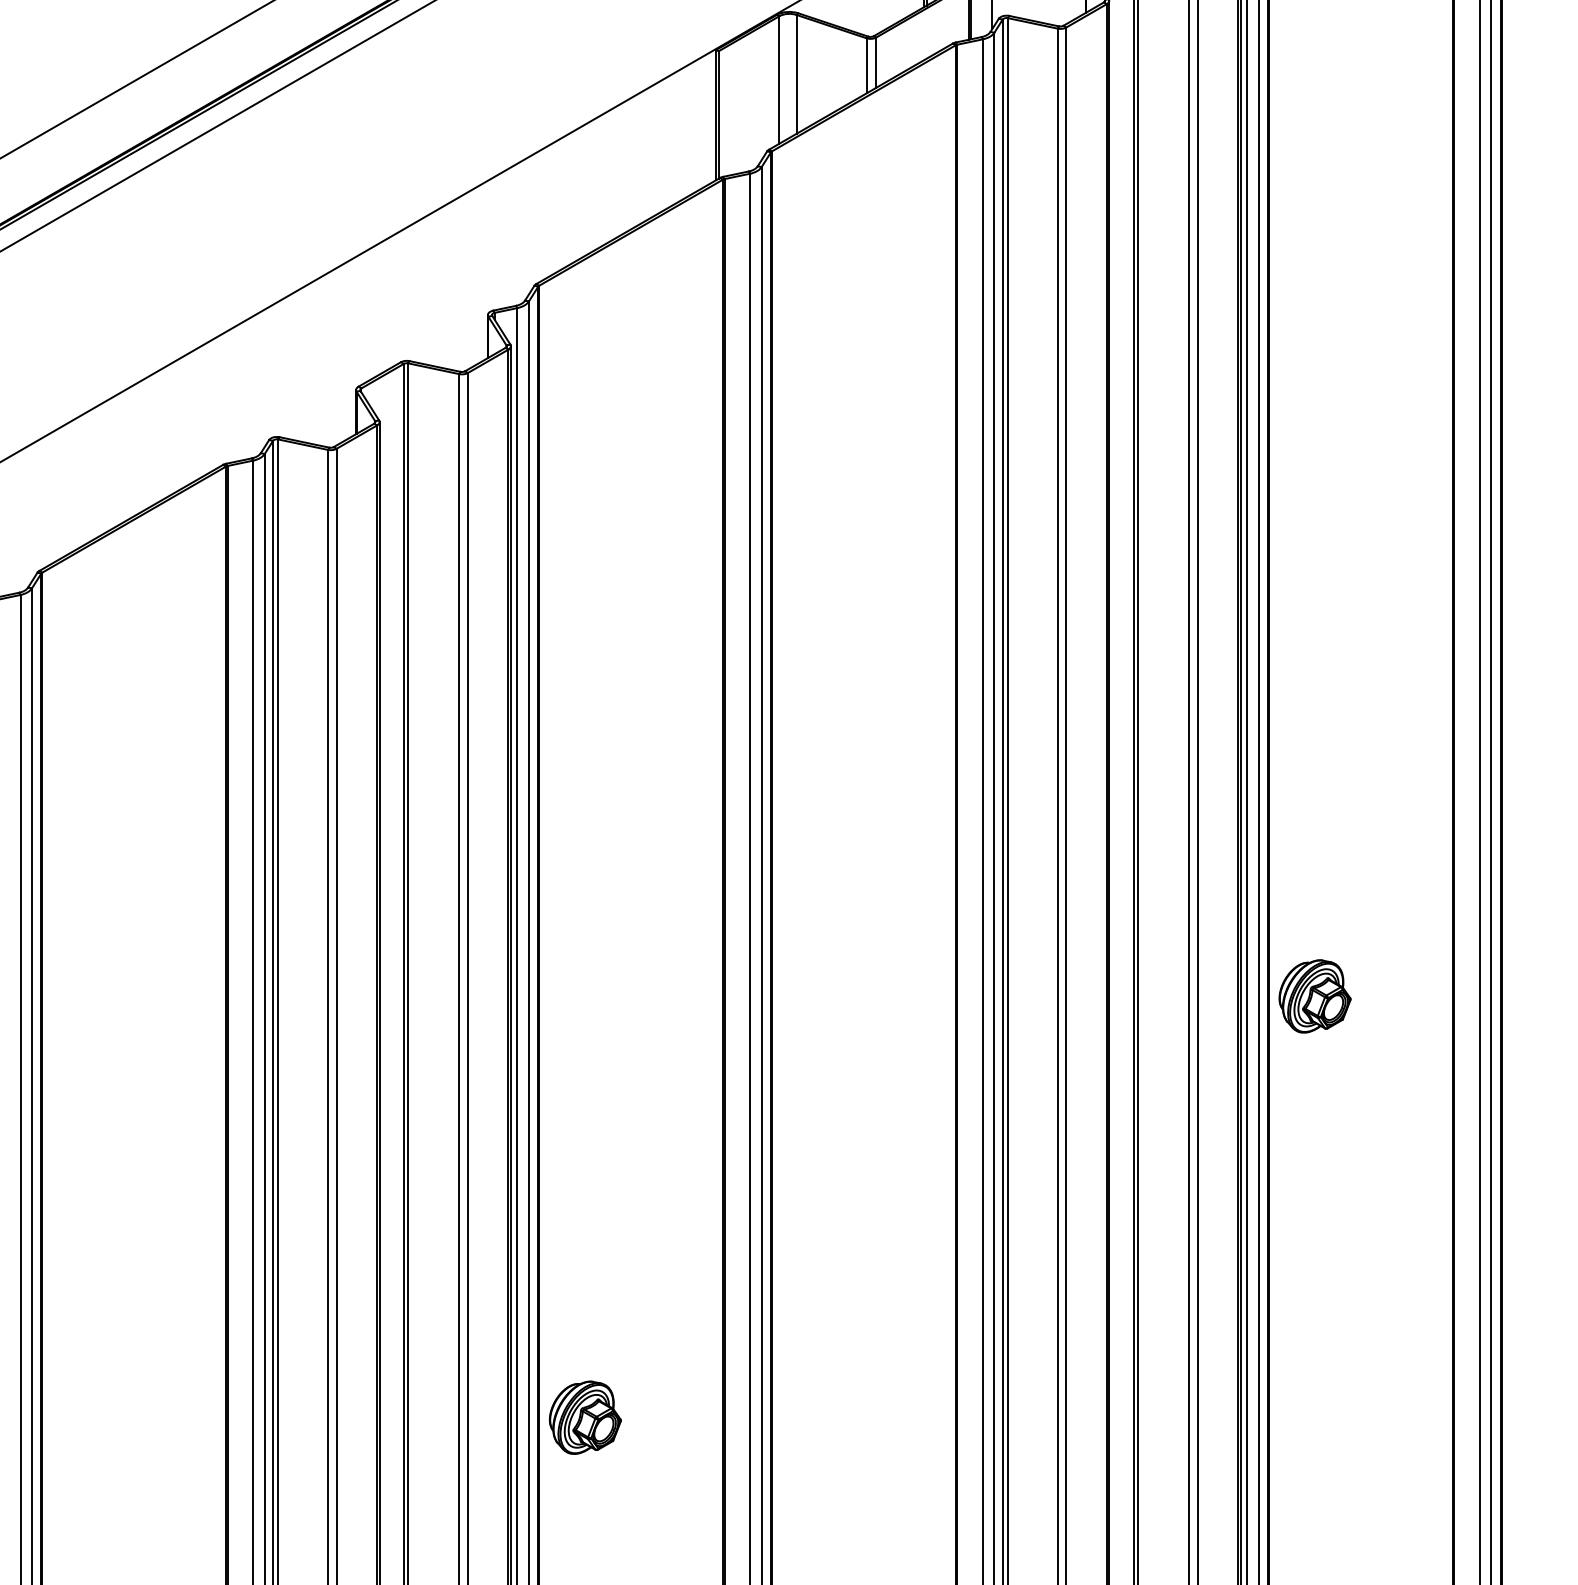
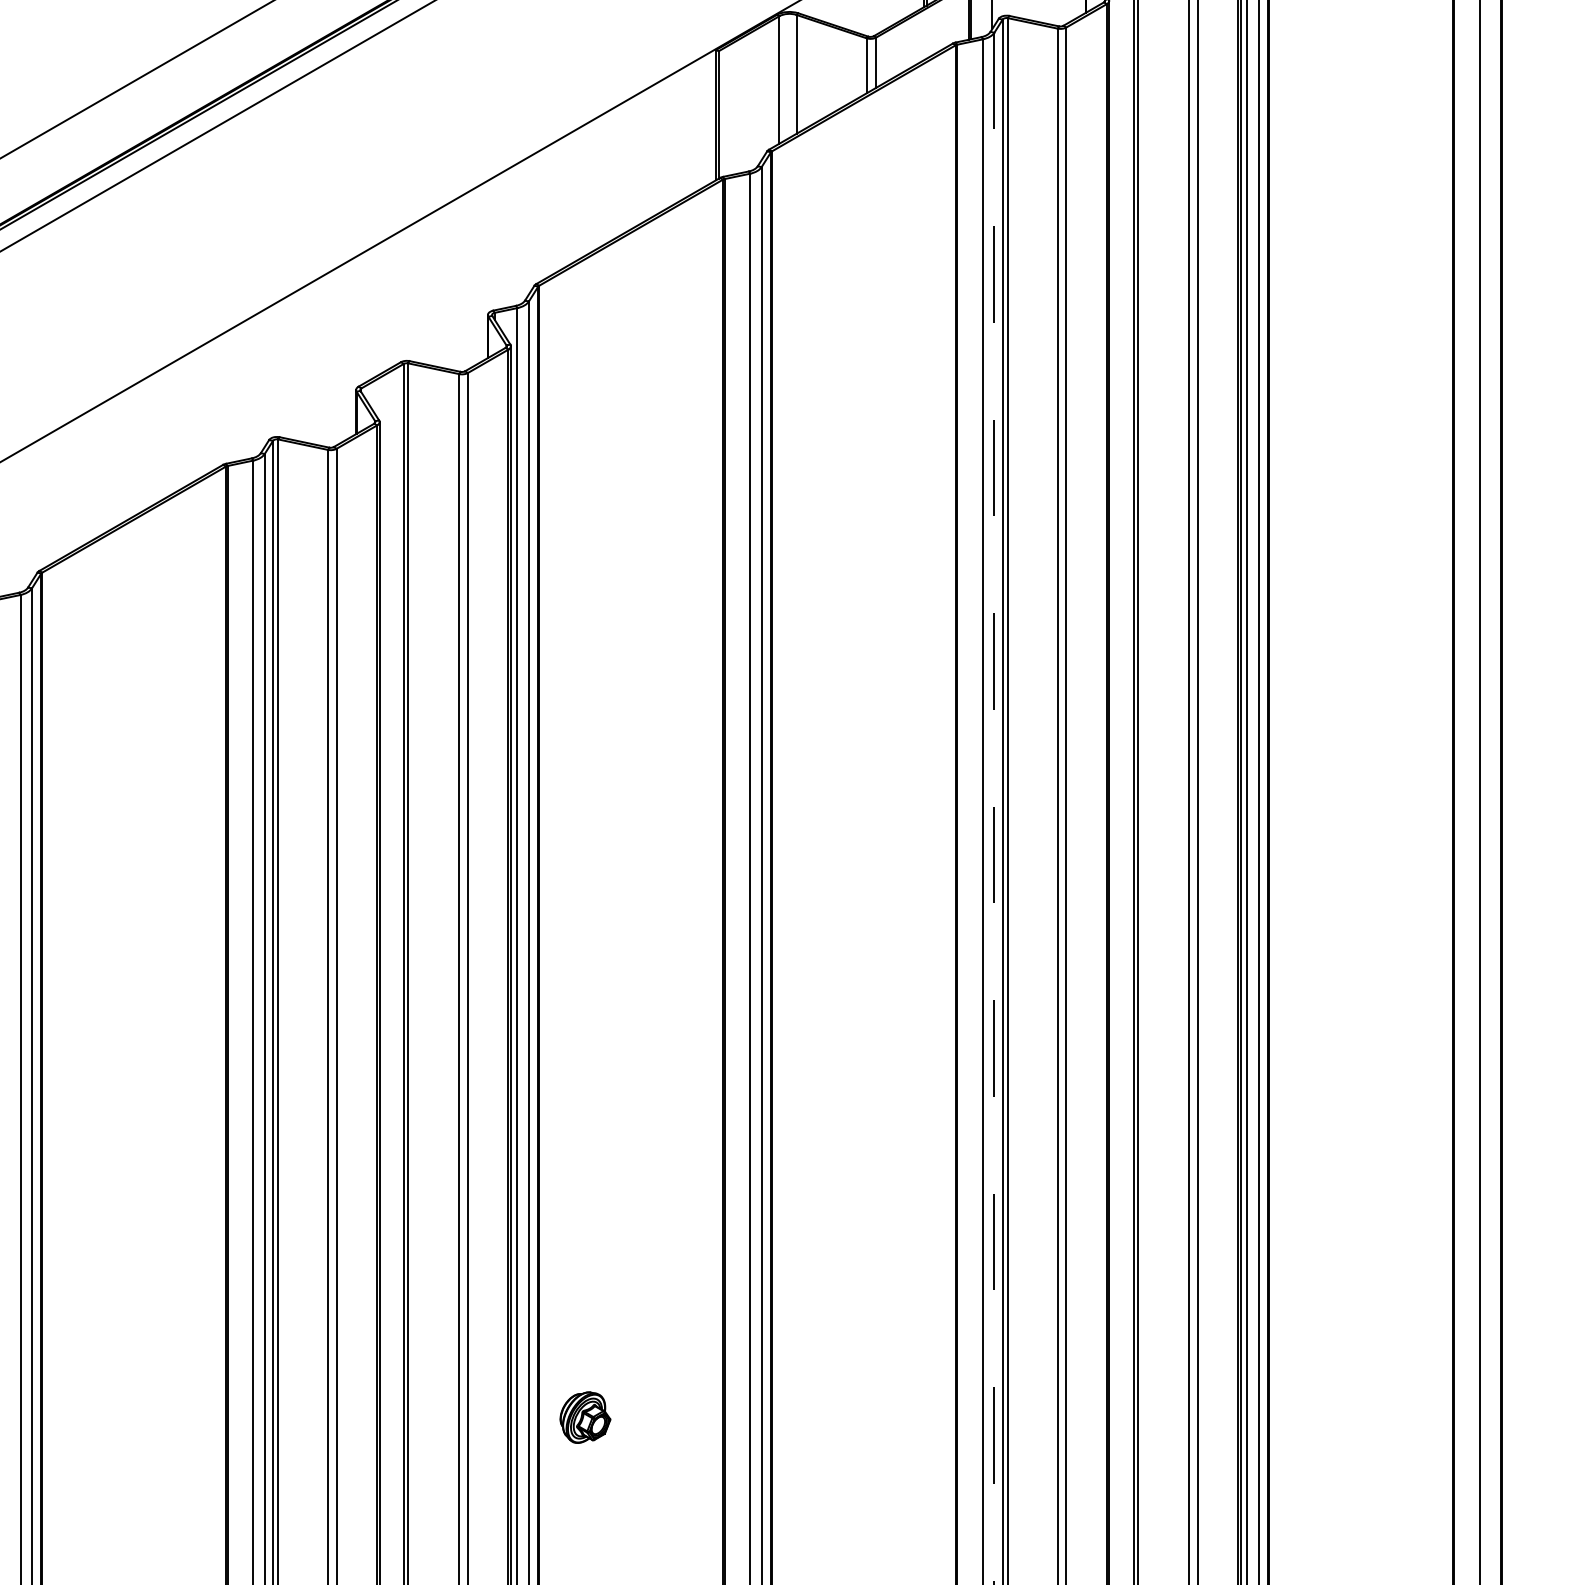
line at (1491, 791): present -> none
line at (994, 809): solid -> dashed
part at (1314, 996): present -> none
part at (585, 1417) size: 73x75 px -> 53x53 px
